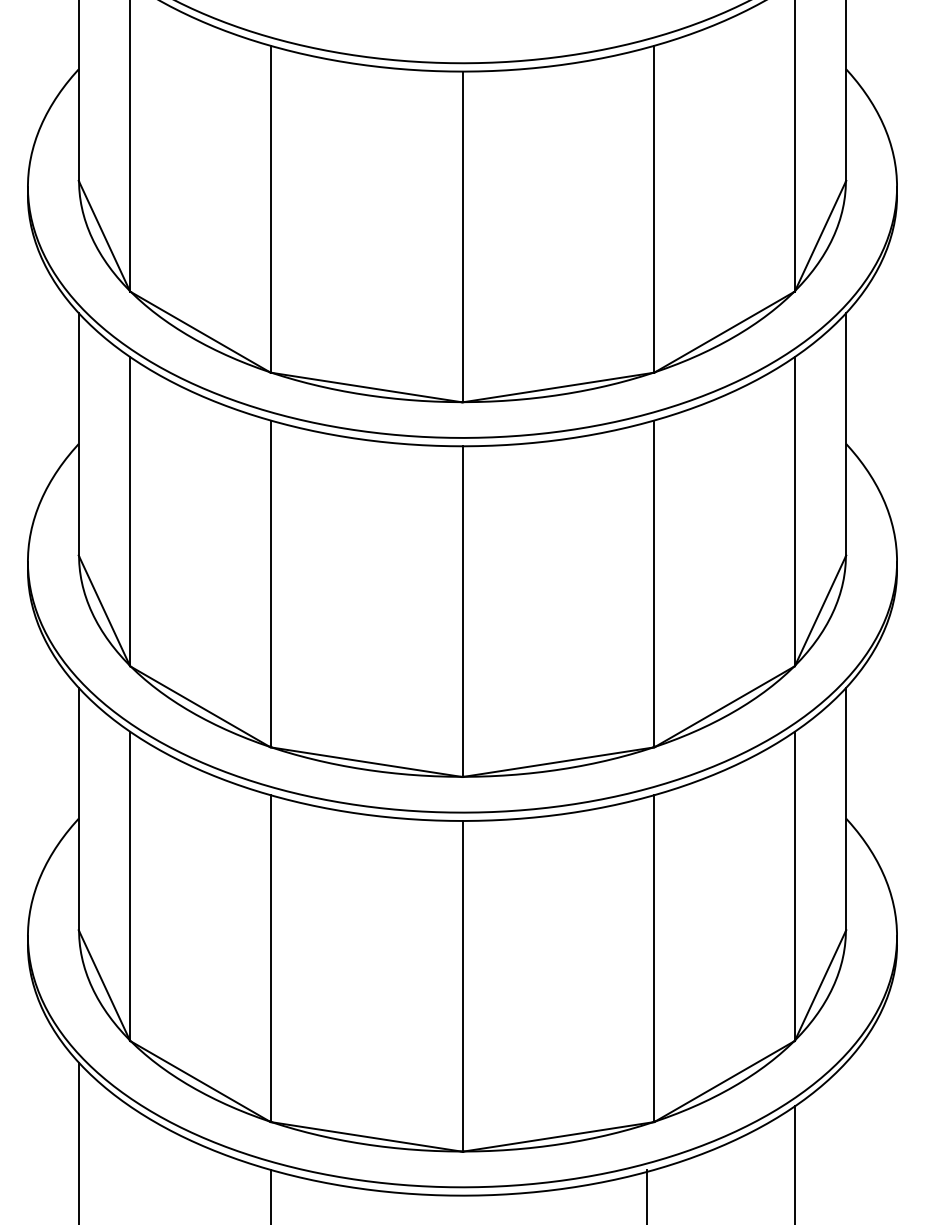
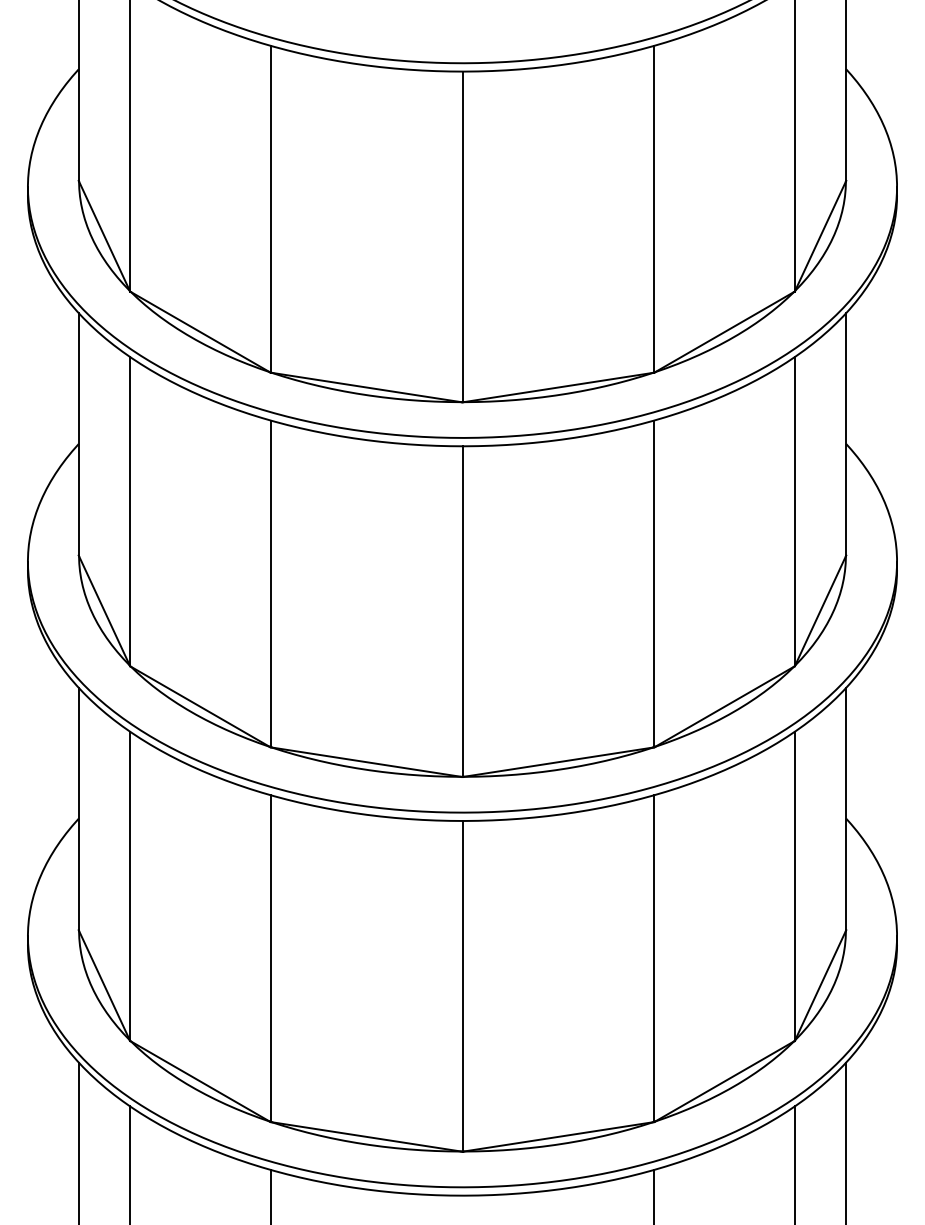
line at (846, 1141): none -> present
line at (130, 1163): none -> present
line at (647, 1195) position: (647, 1195) -> (654, 1195)
